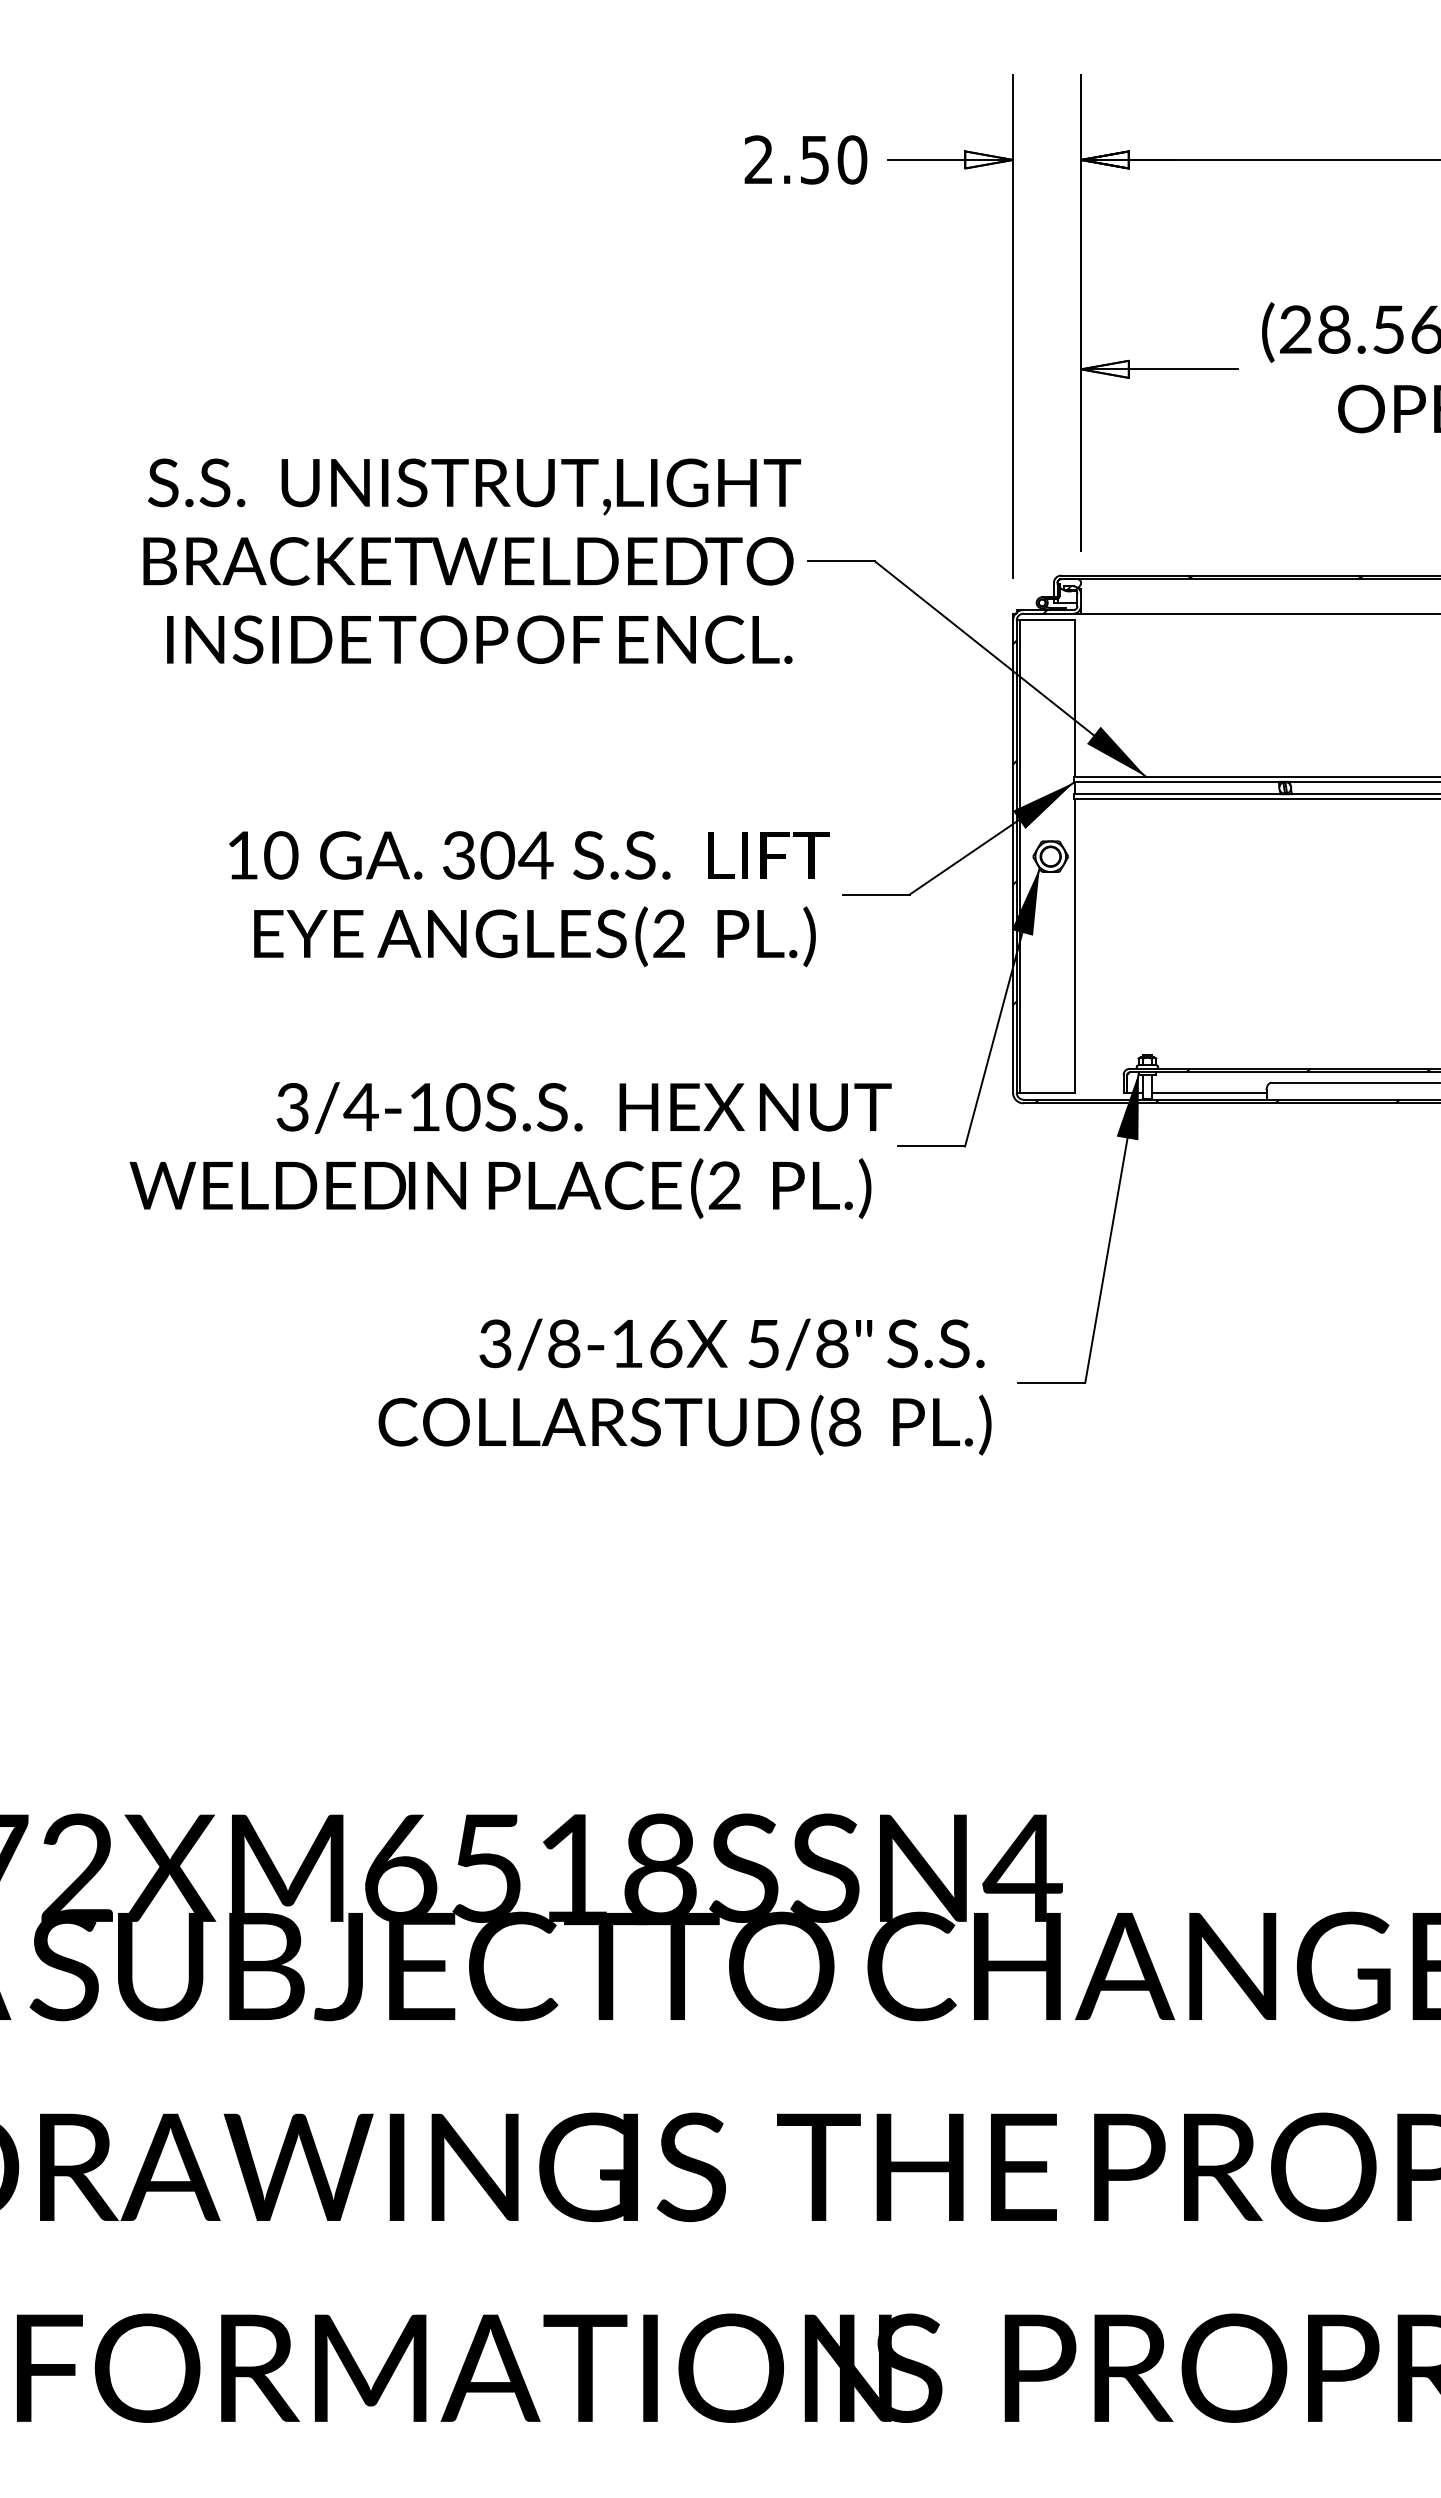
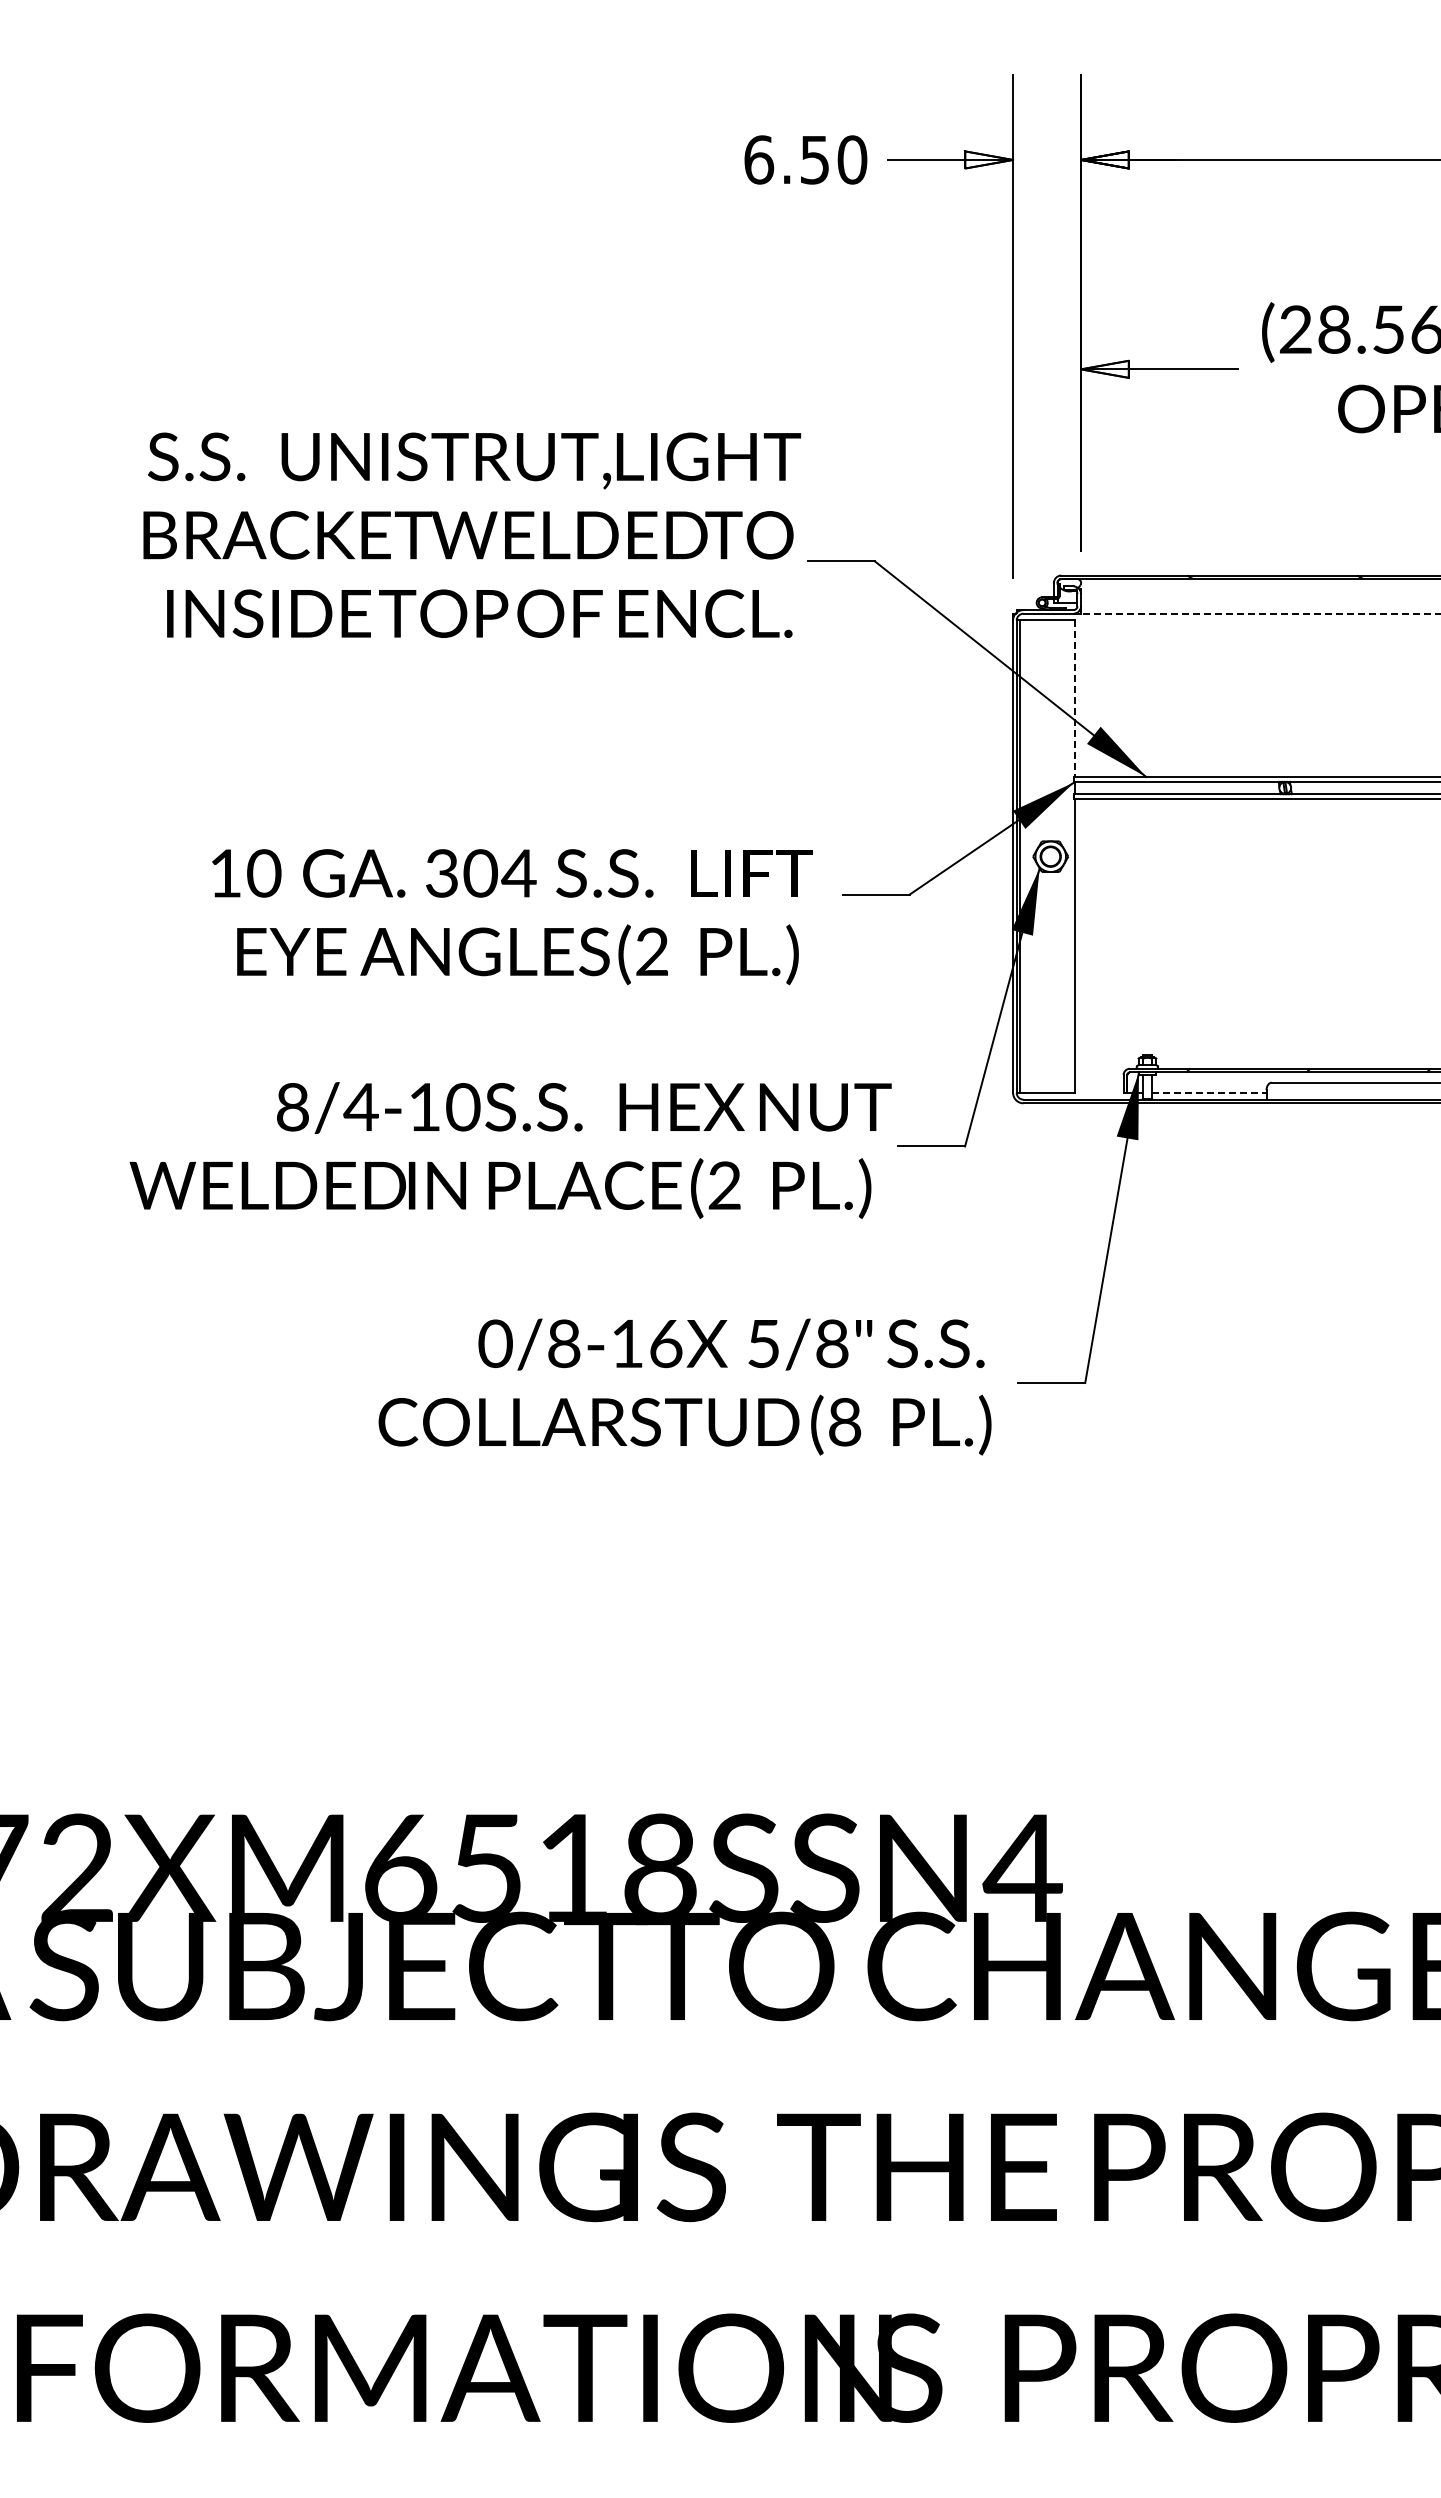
text at (759, 159): 2.50 -> 6.50
text at (472, 560) position: (472, 560) -> (472, 534)
line at (1261, 613): solid -> dashed
line at (1074, 699): solid -> dashed
hatch at (1206, 844): present -> none
text at (529, 899) position: (529, 899) -> (512, 917)
line at (1209, 1092): solid -> dashed
text at (292, 1107): 3/4-10 -> 8/4-10
text at (495, 1343): 3/8-16 -> 0/8-16
